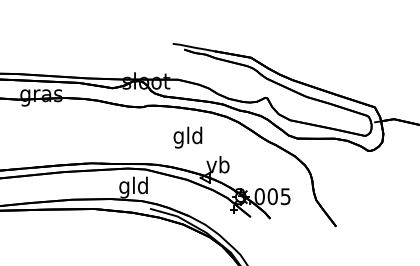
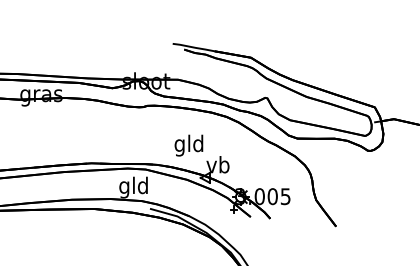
text at (187, 137) position: (187, 137) -> (188, 145)
